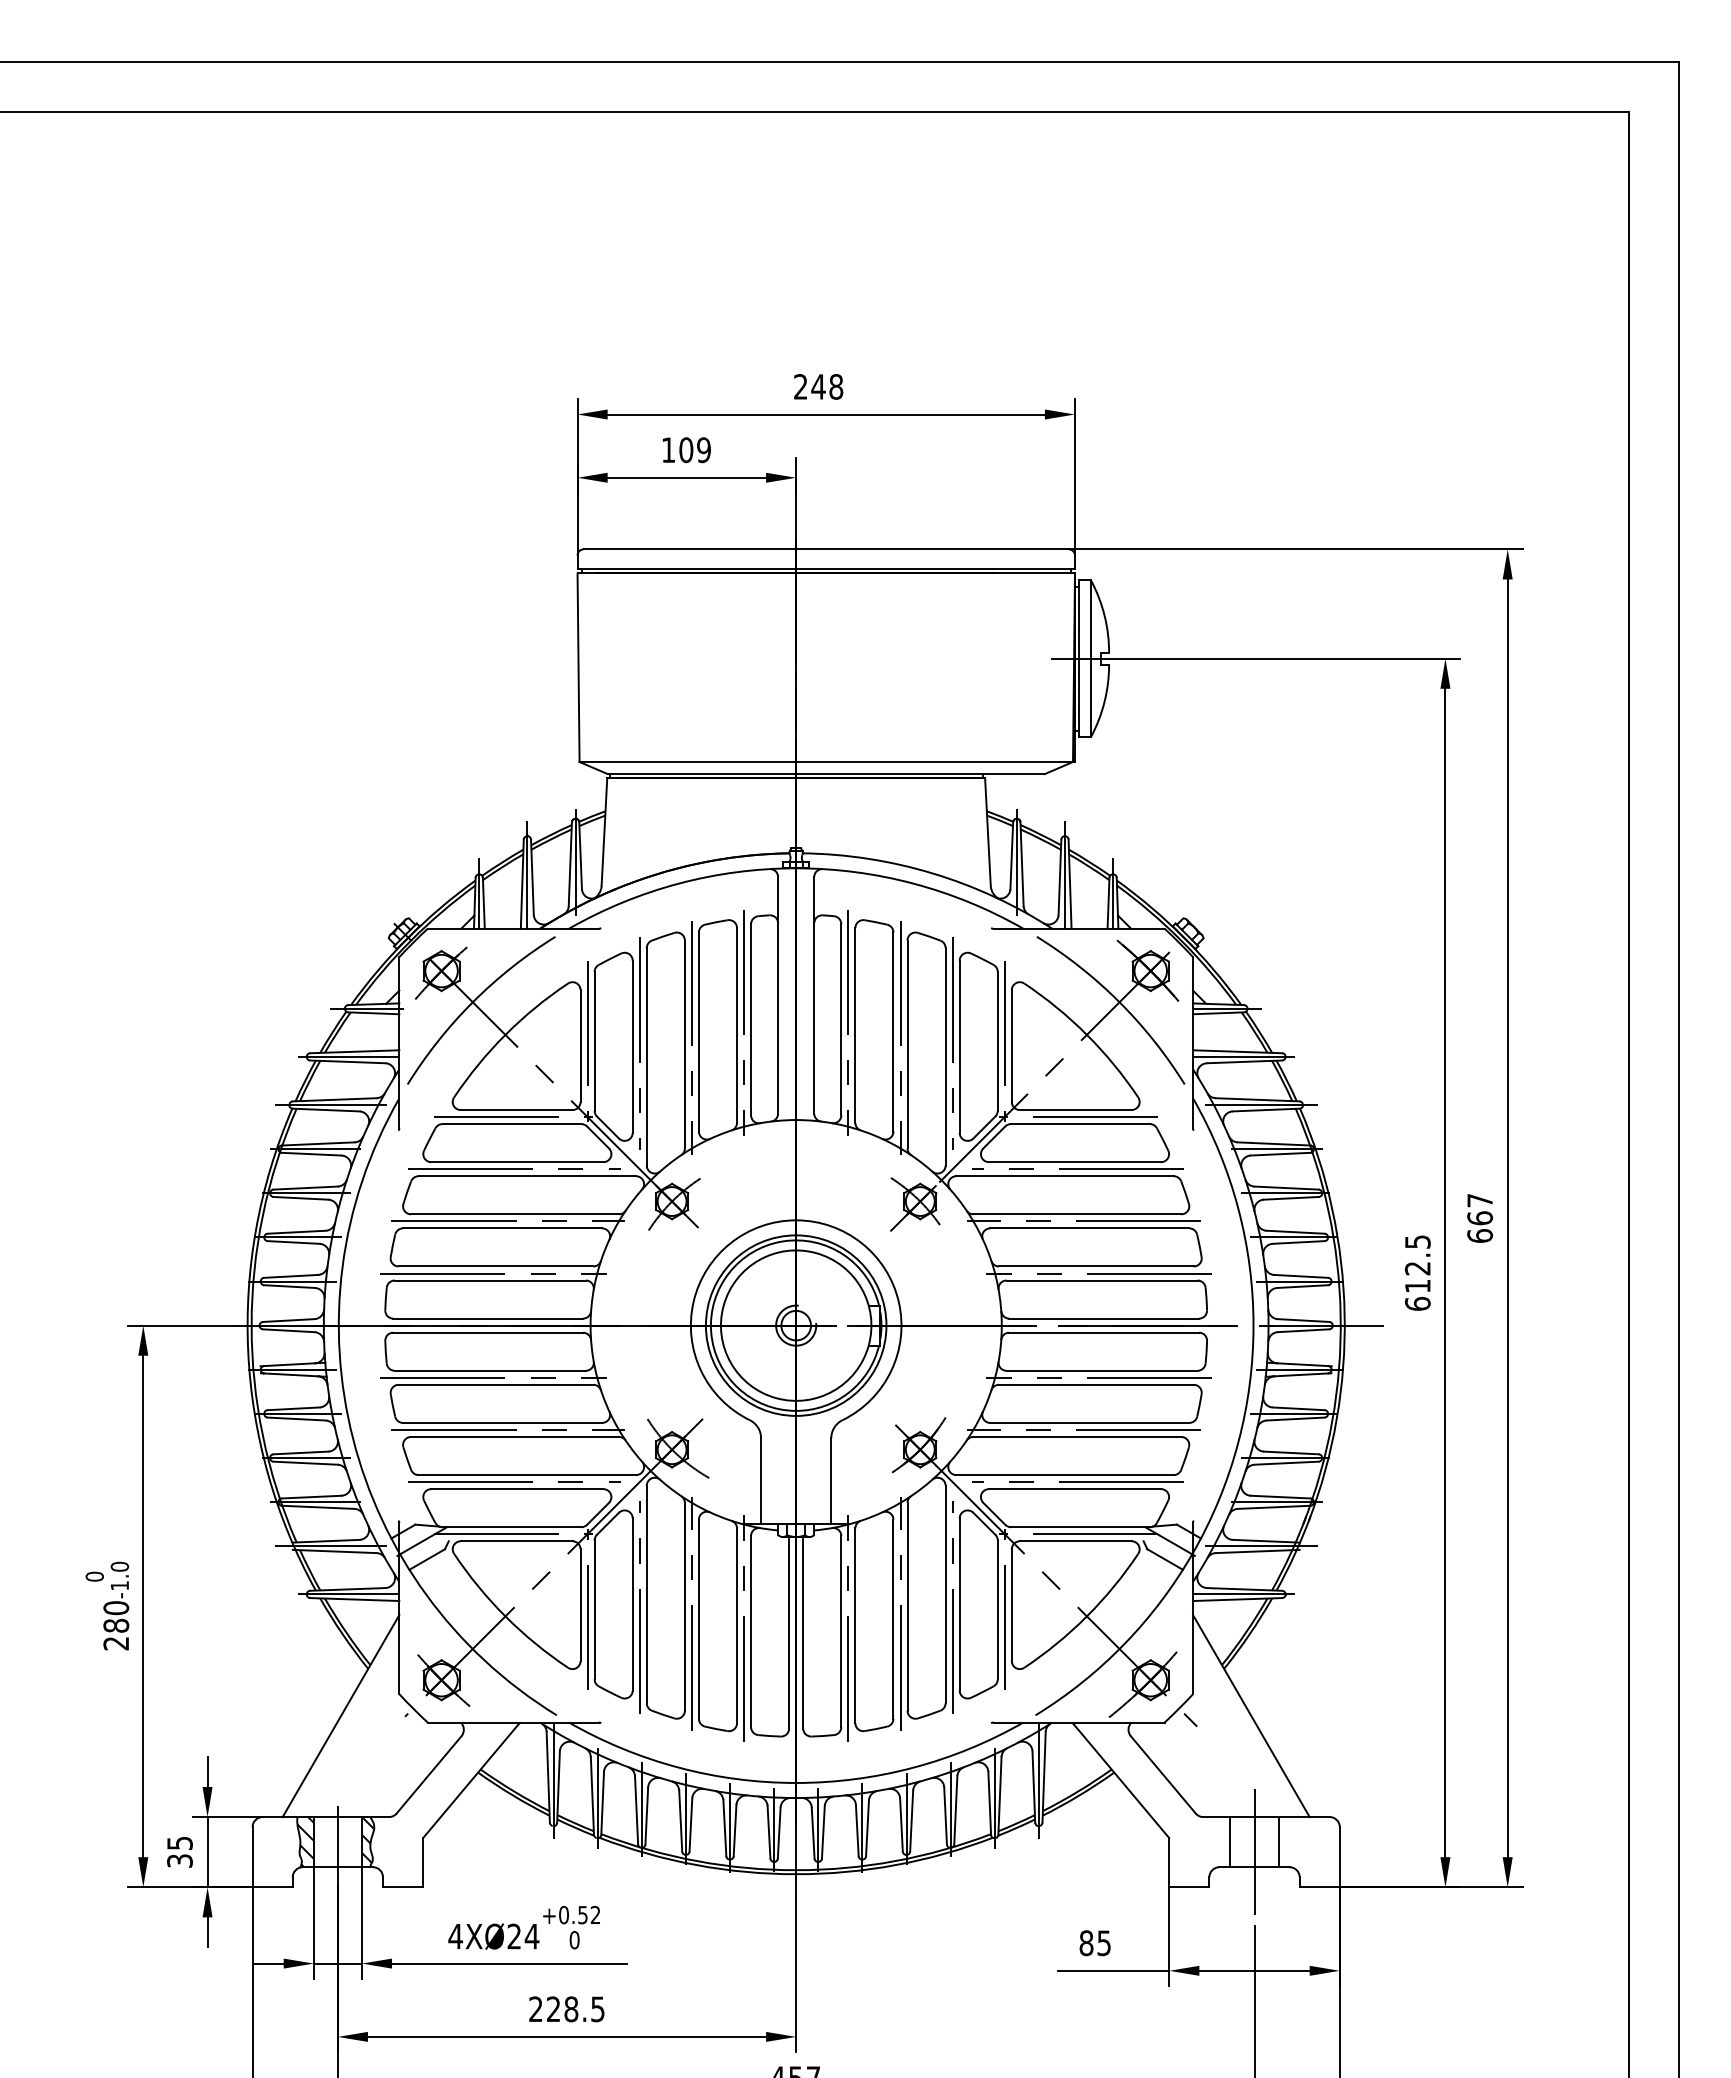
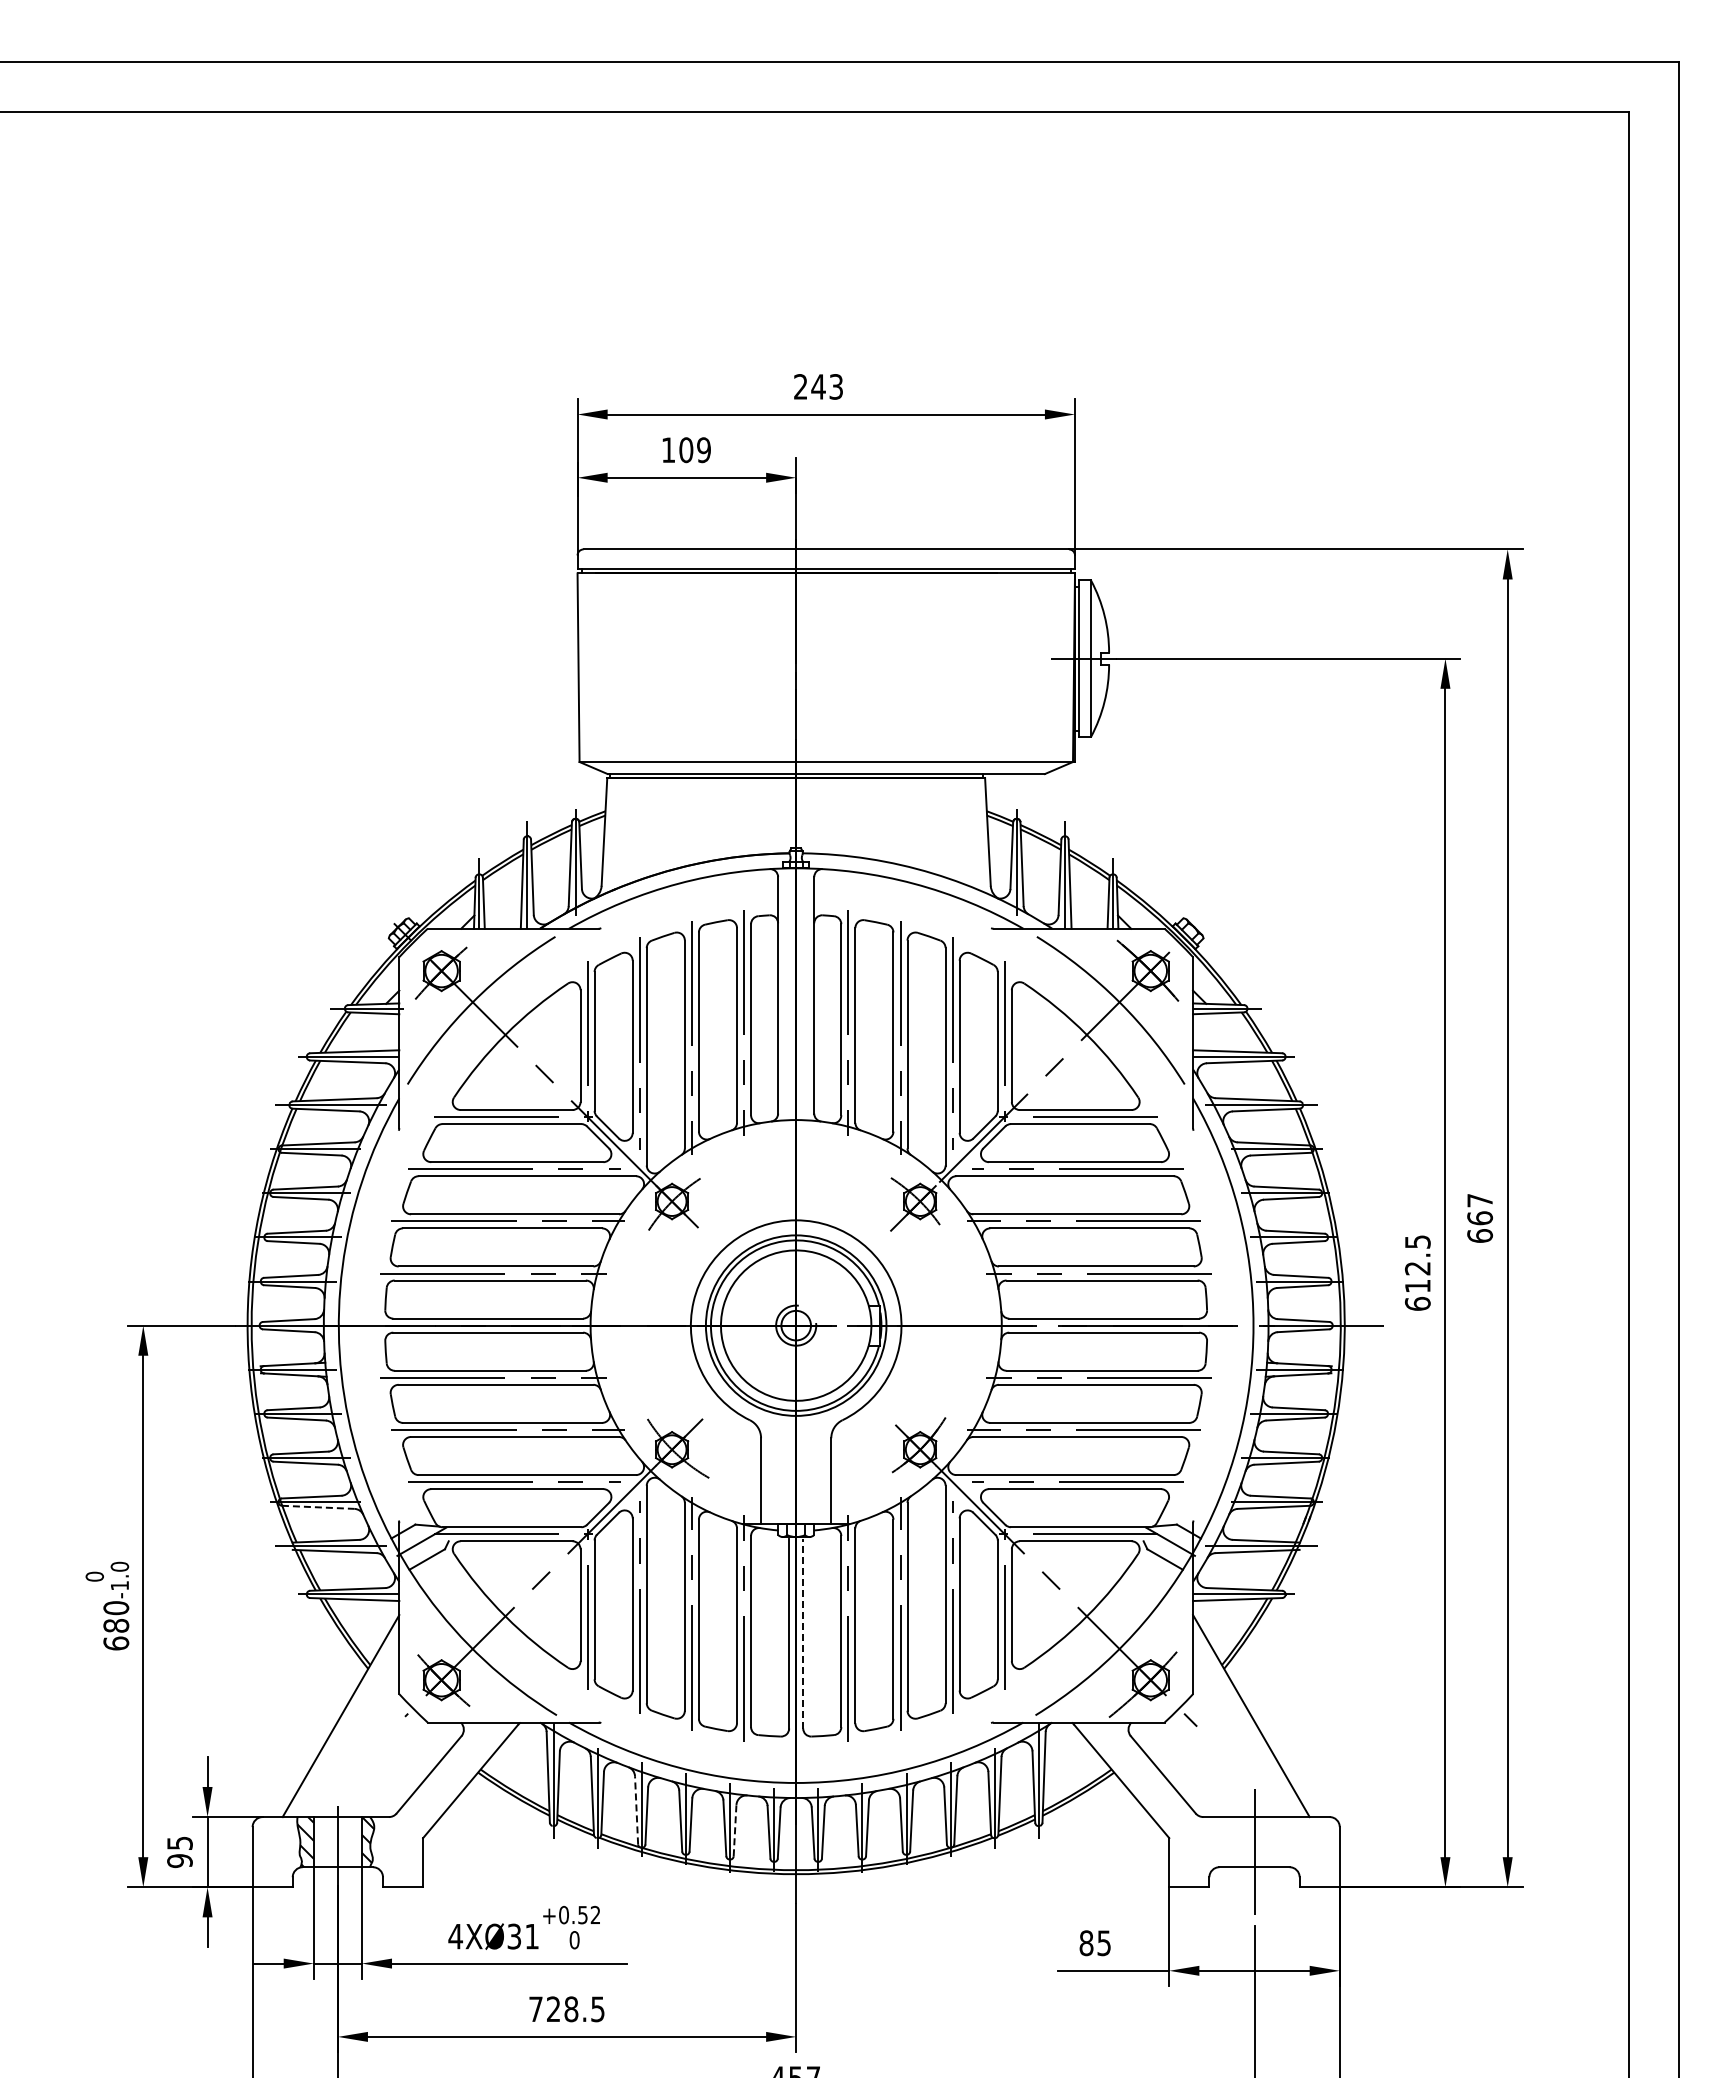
text at (836, 386): 248 -> 243
line at (318, 1507): solid -> dashed
line at (803, 1633): solid -> dashed
text at (116, 1643): 280 -> 680
line at (636, 1809): solid -> dashed
line at (735, 1830): solid -> dashed
line at (1230, 1842): present -> none
line at (1278, 1842): present -> none
text at (179, 1861): 35 -> 95
text at (523, 1936): 4XØ24 -> 4XØ31
text at (535, 2008): 228.5 -> 728.5
